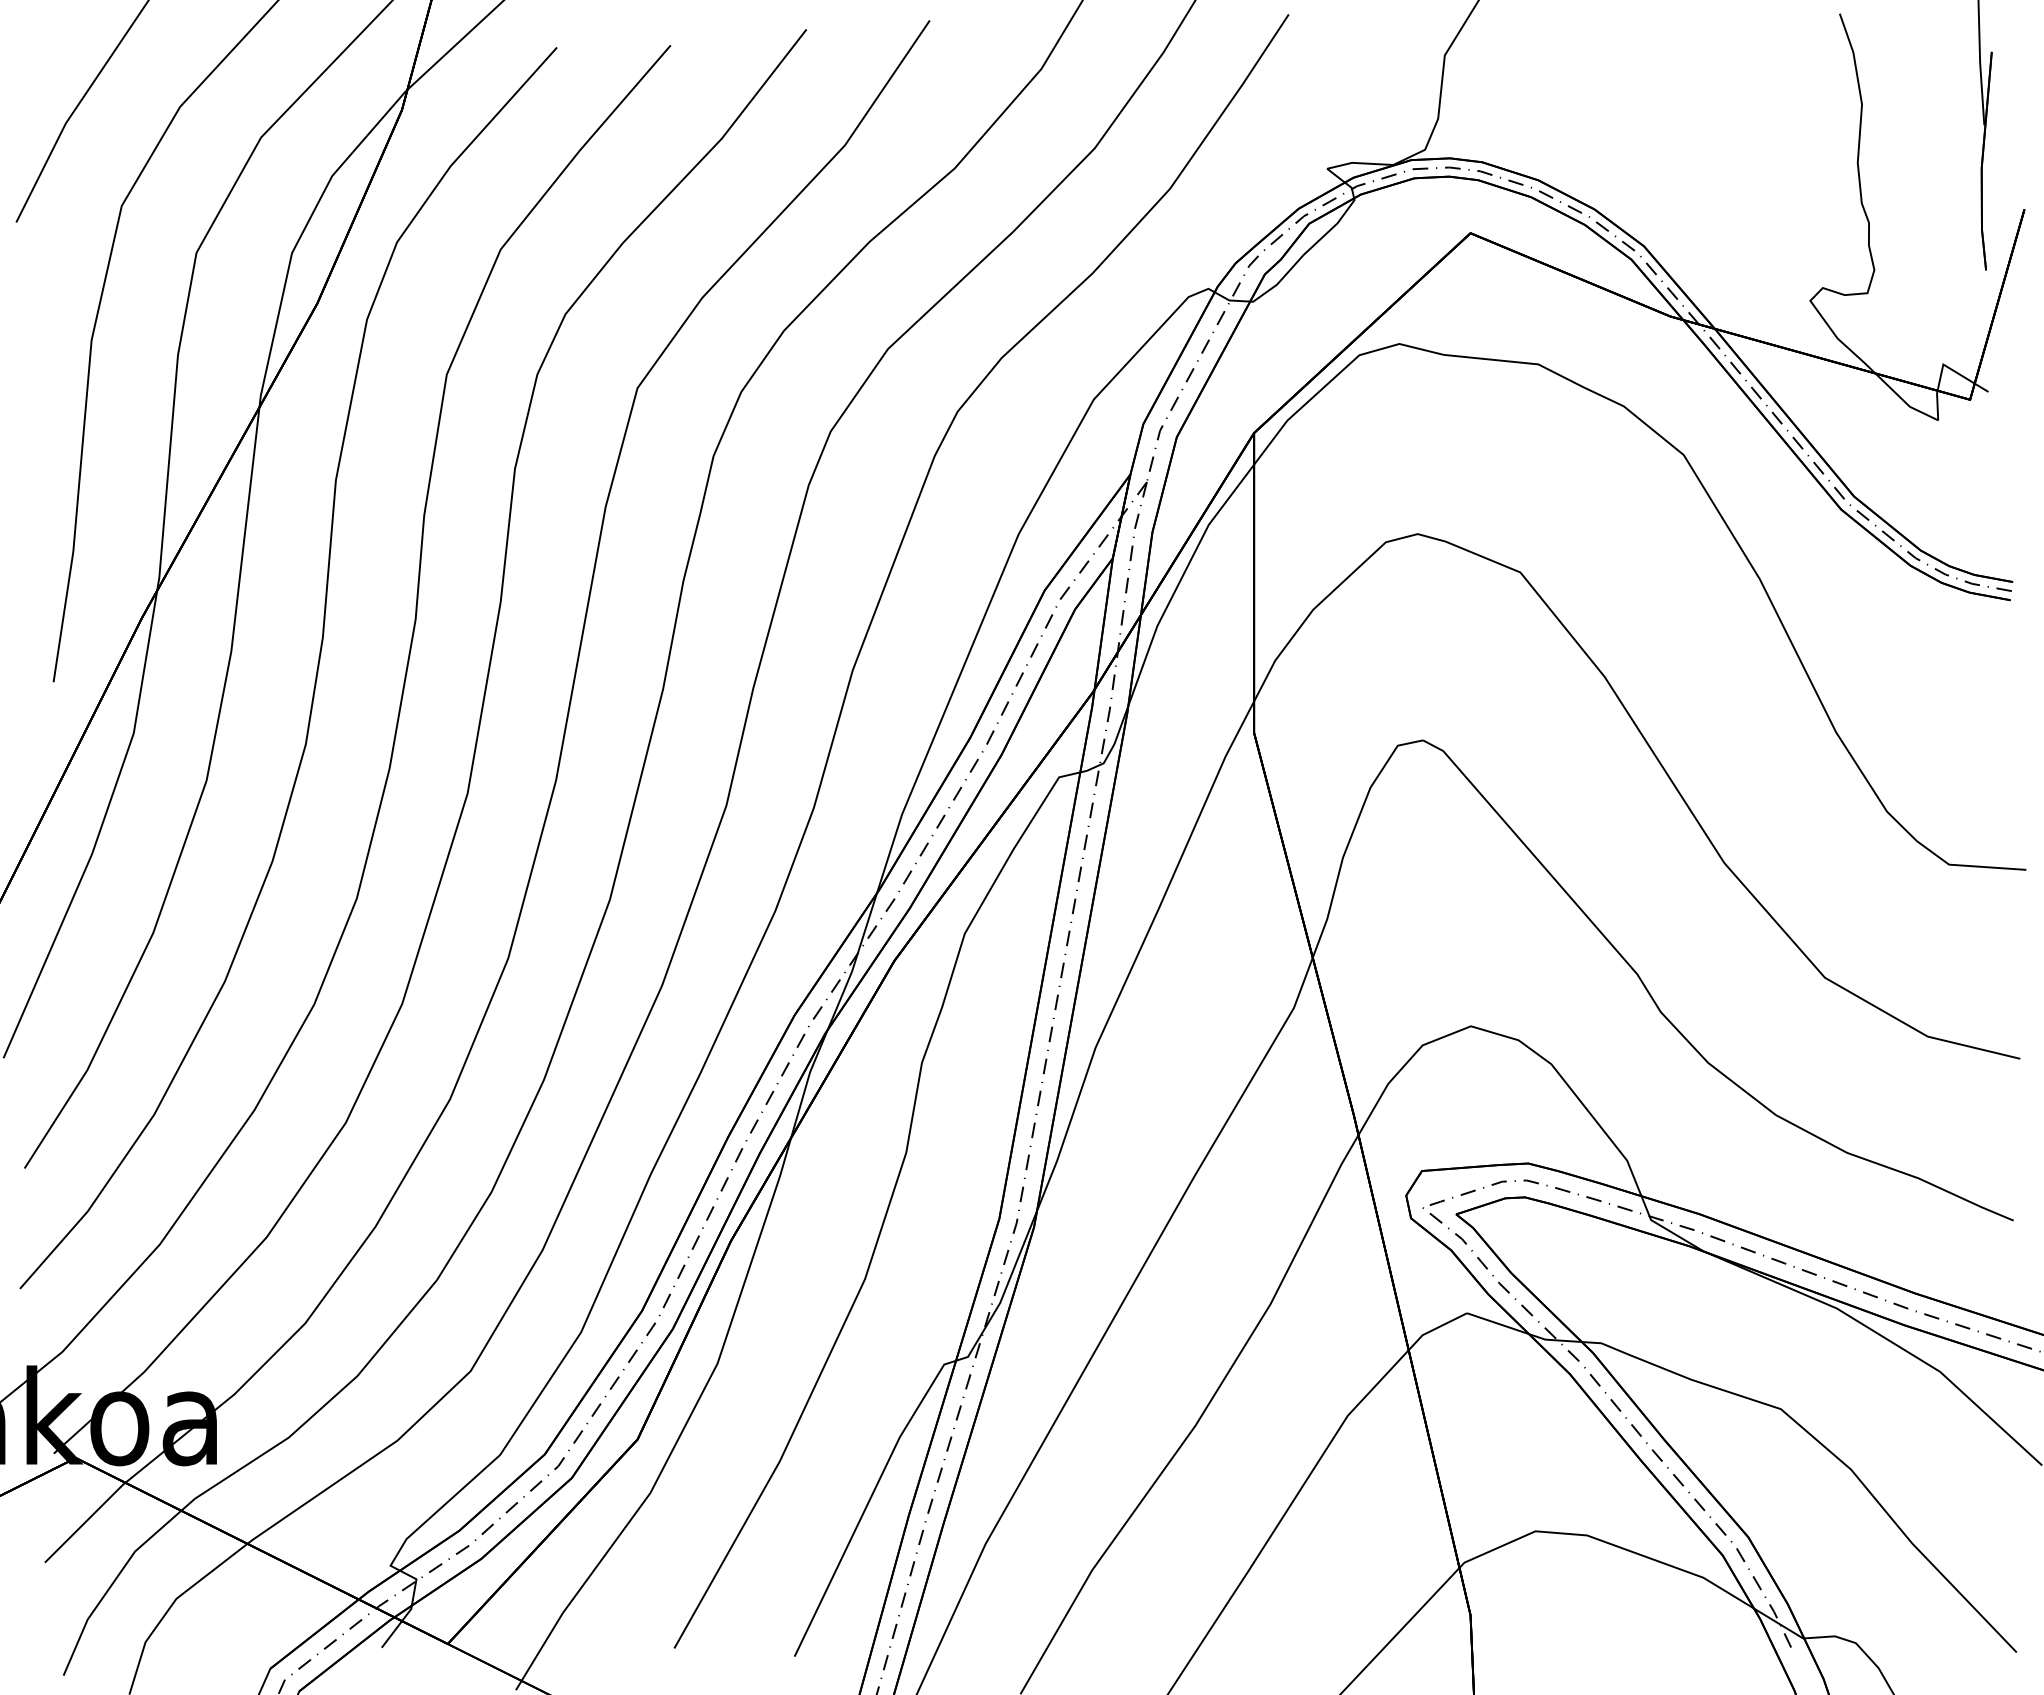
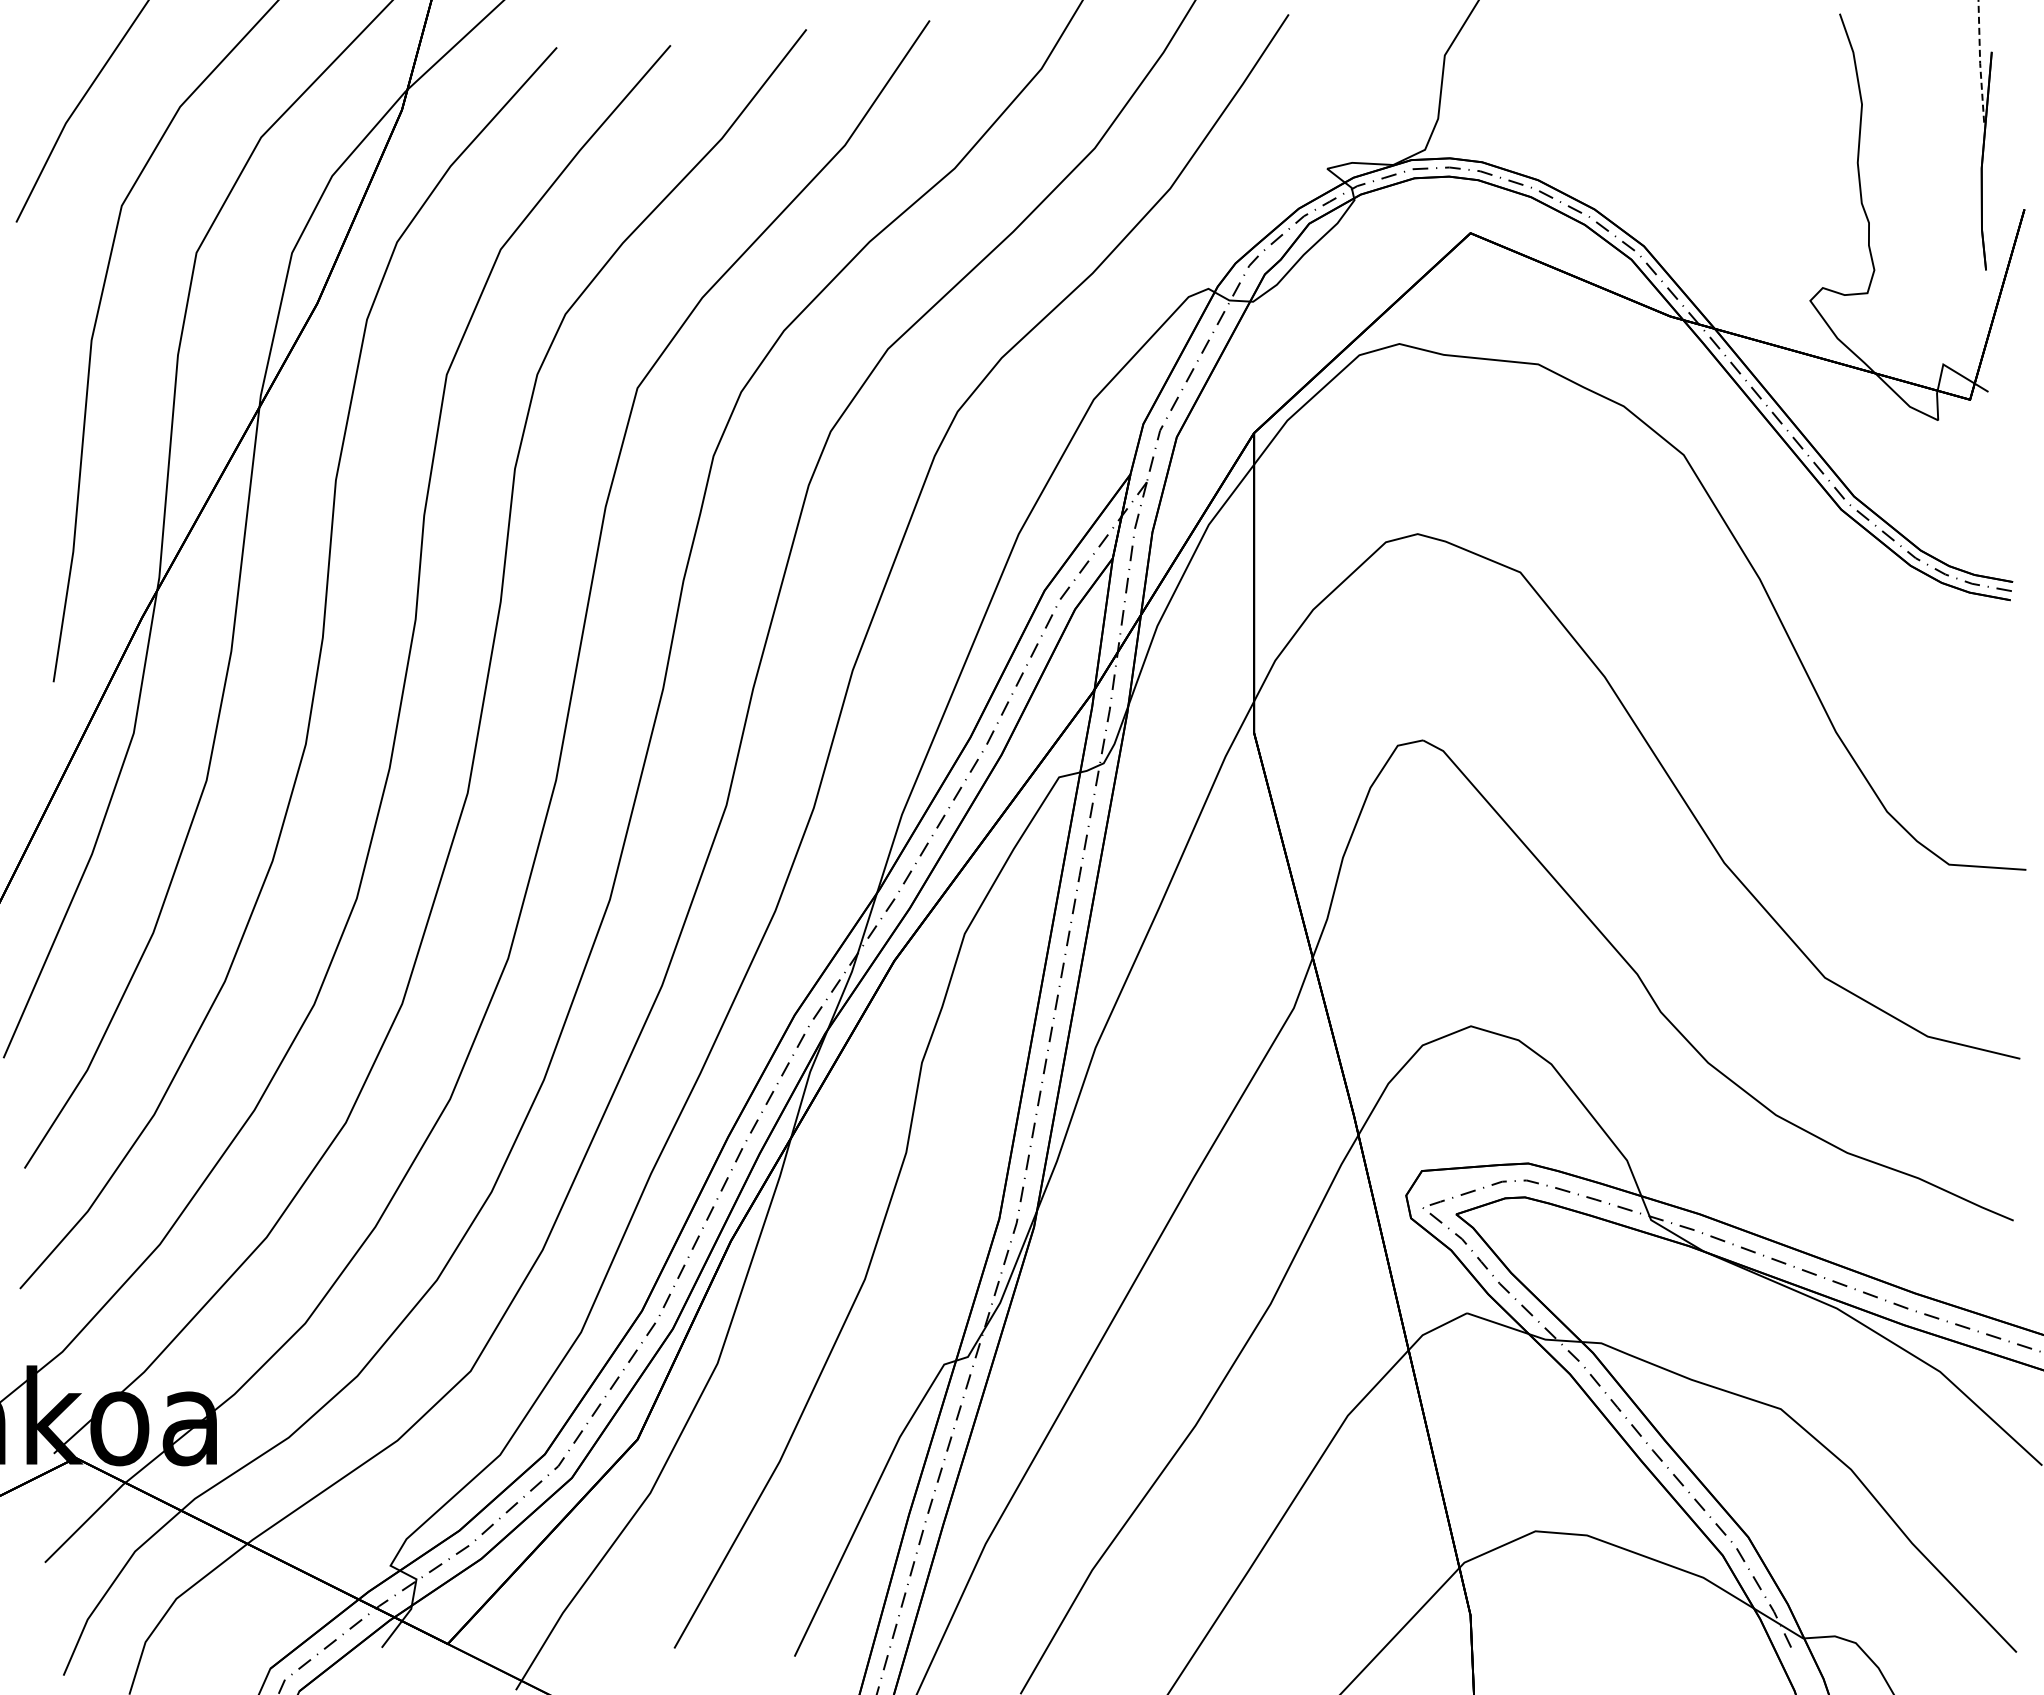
line at (1980, 63): solid -> dashed
